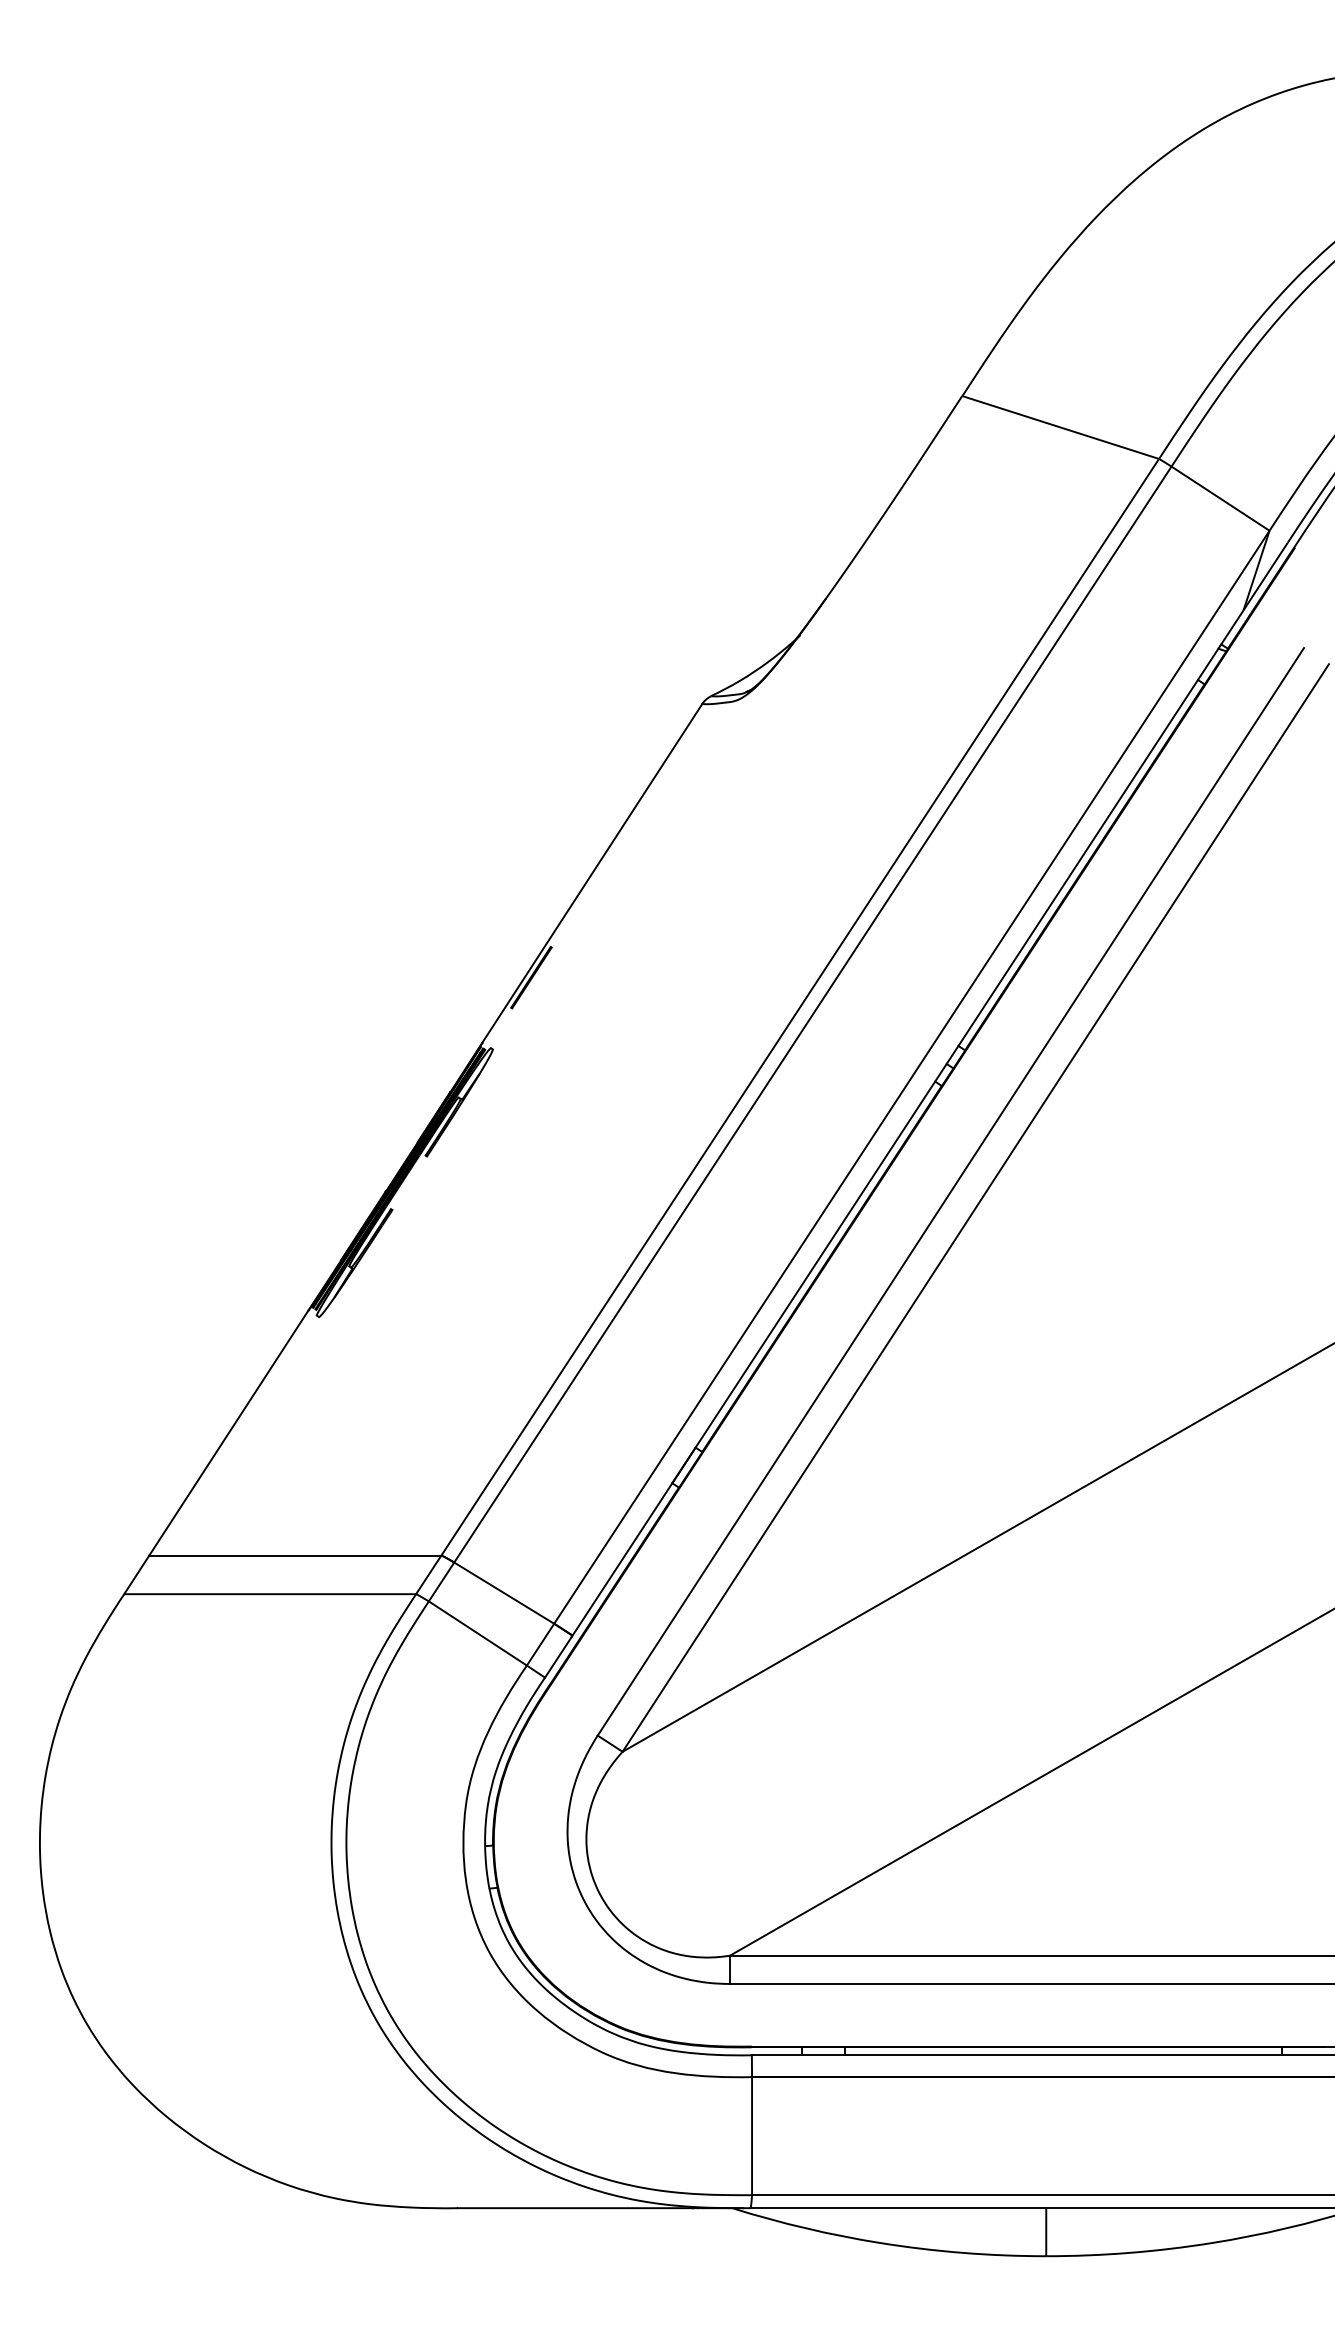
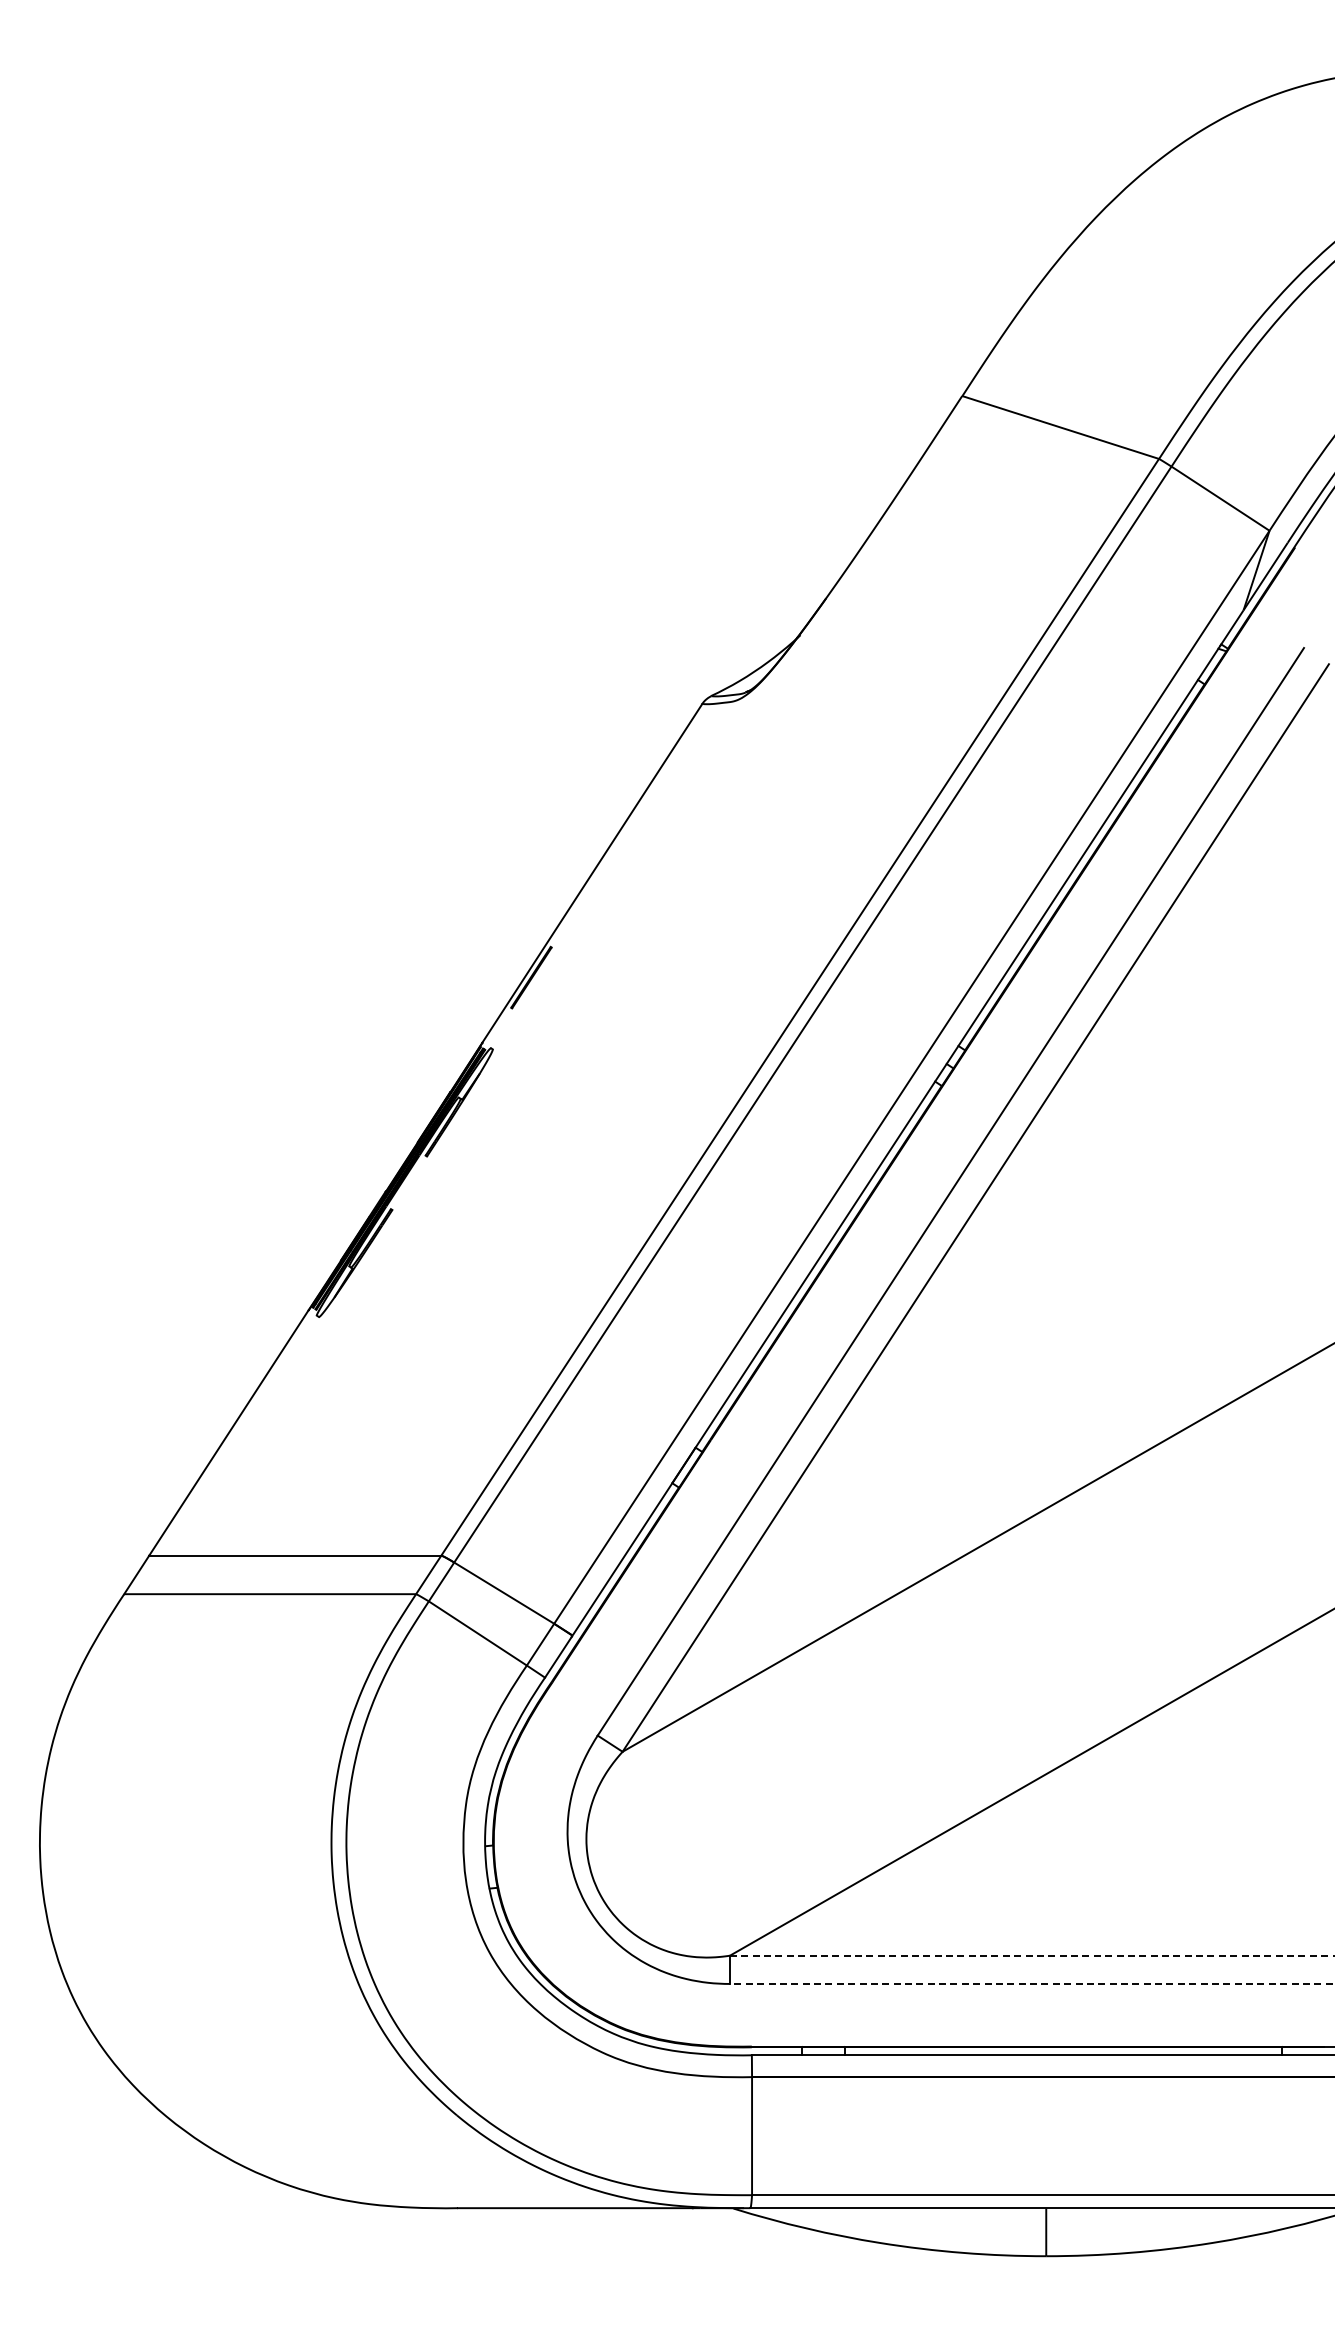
line at (1032, 1955): solid -> dashed
line at (1031, 1983): solid -> dashed
